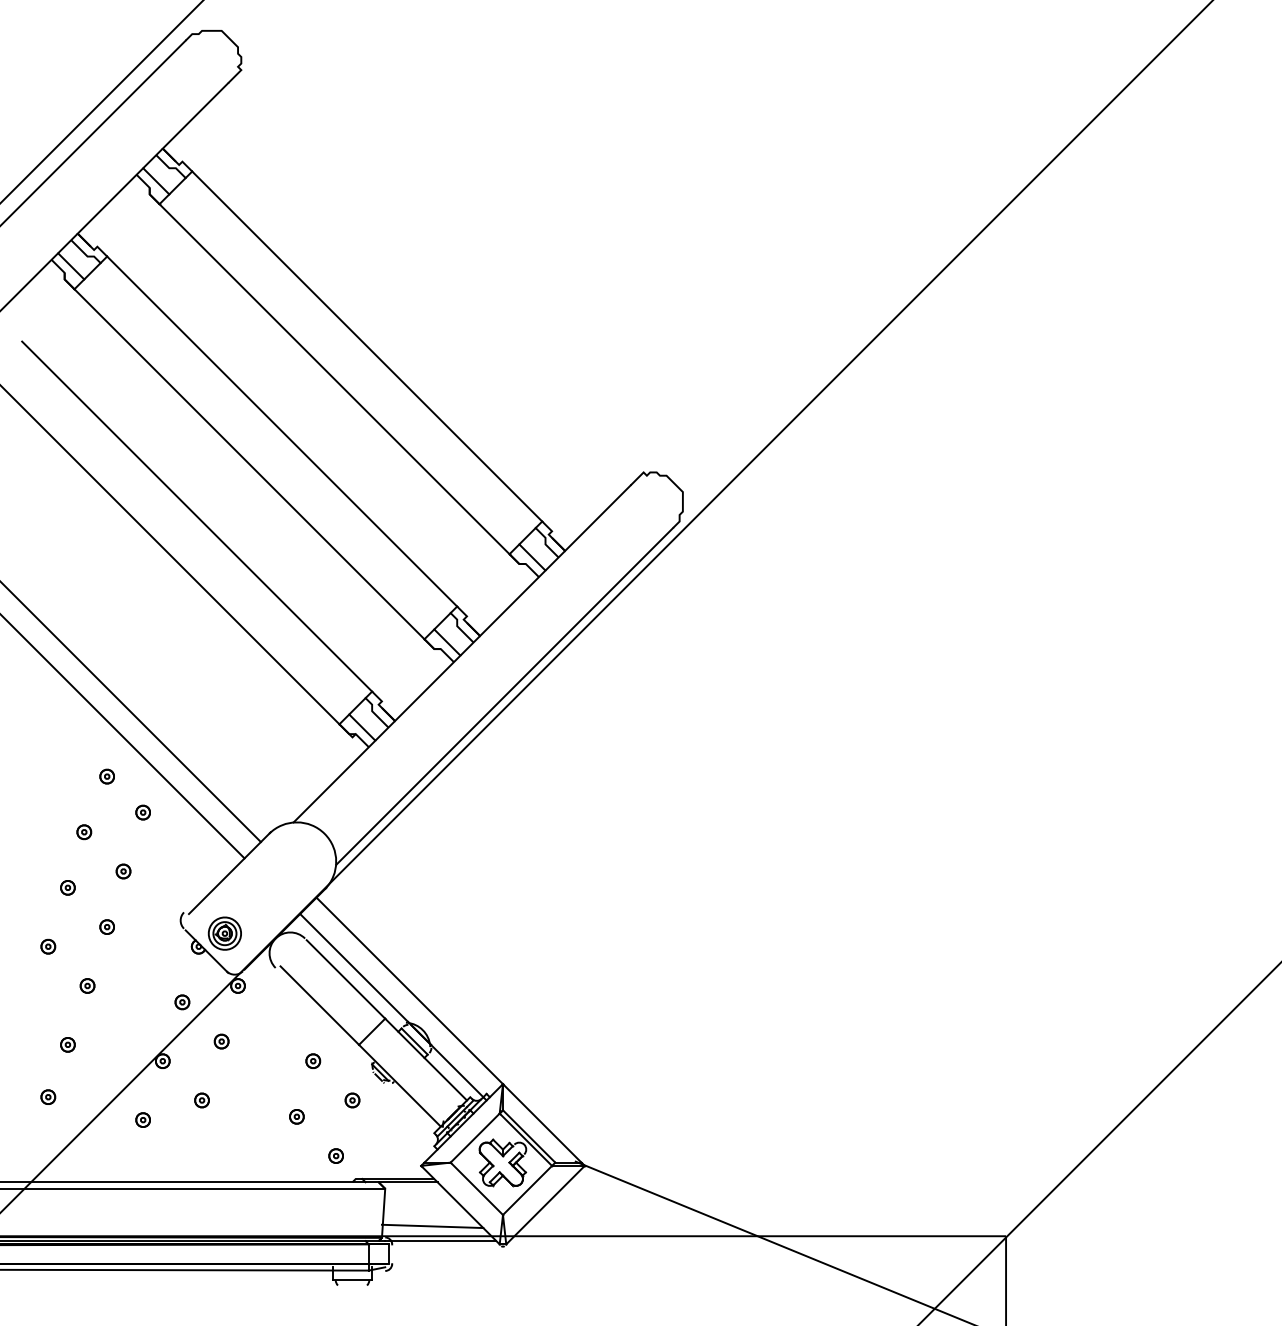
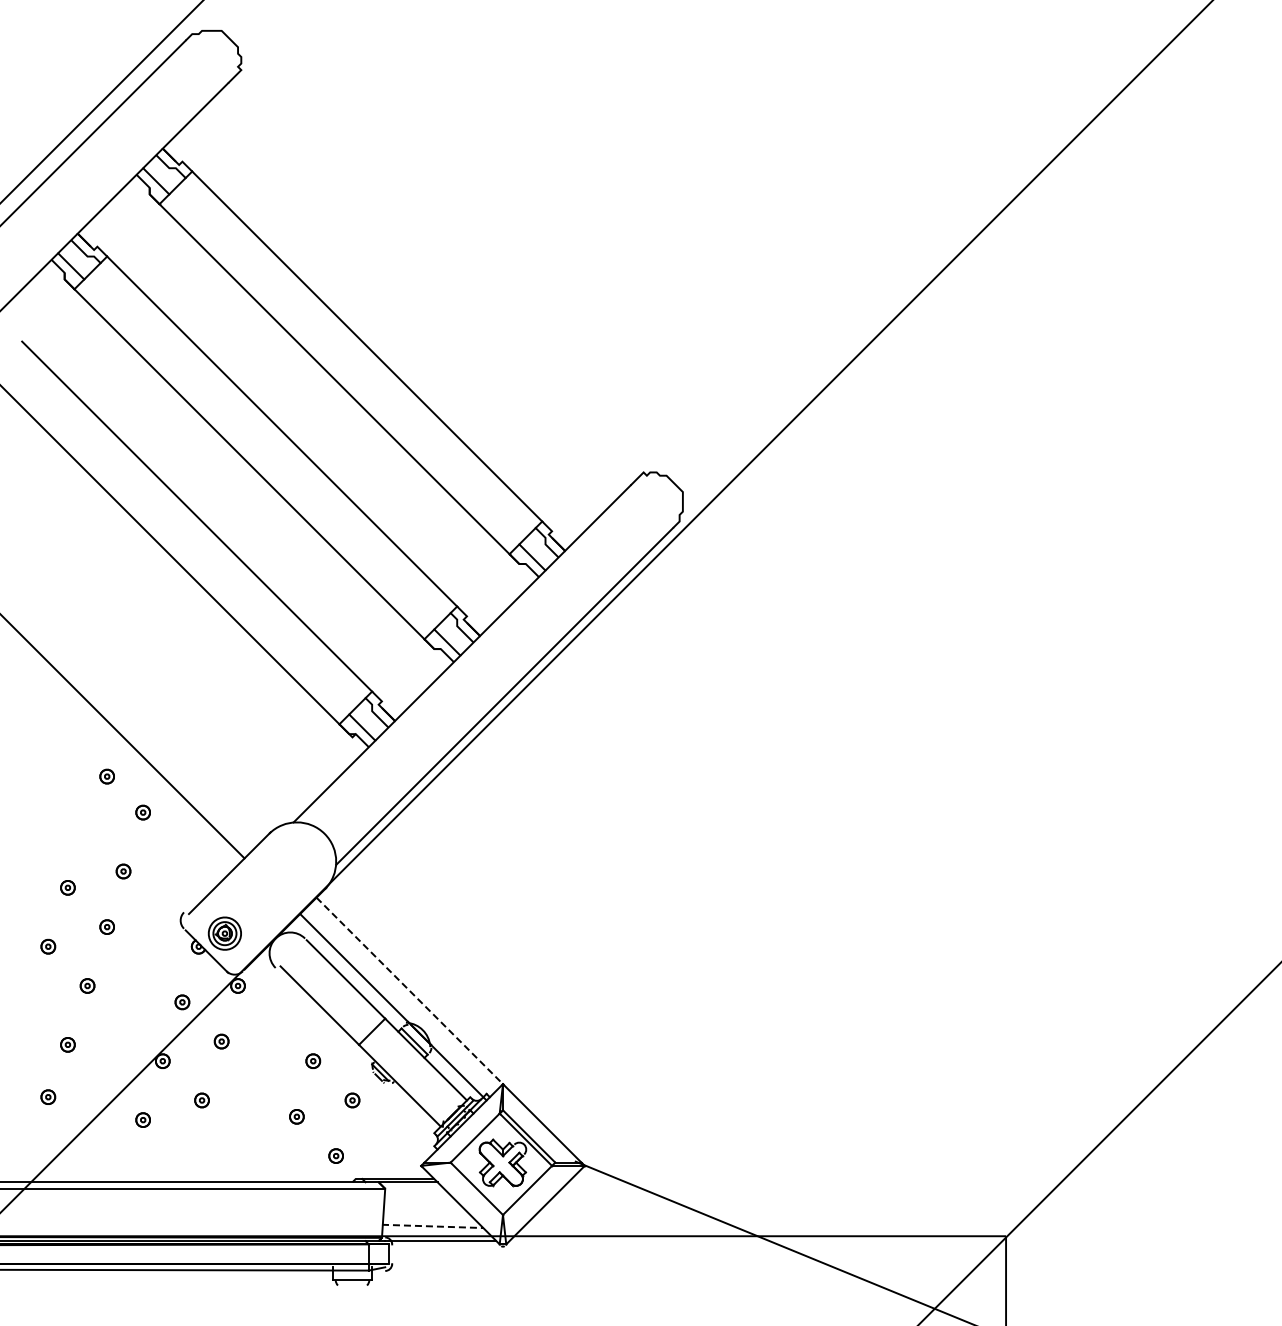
line at (131, 712): present -> none
part at (84, 832): present -> none
line at (409, 990): solid -> dashed
line at (432, 1226): solid -> dashed
